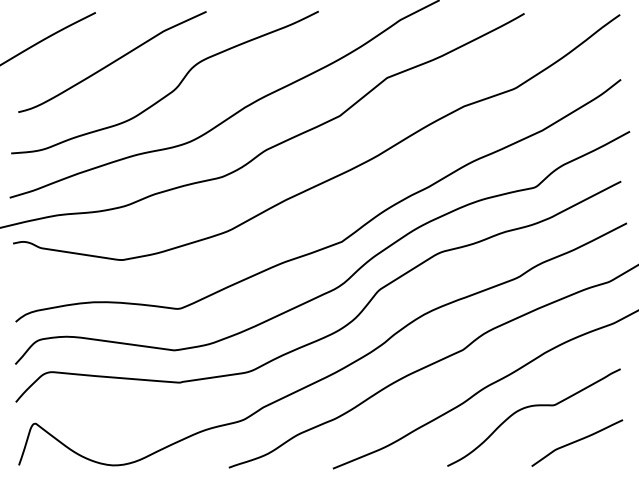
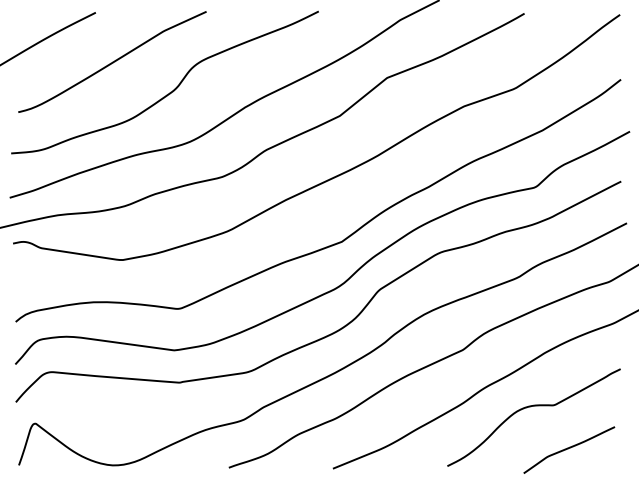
curve at (577, 441) position: (577, 441) -> (569, 448)
